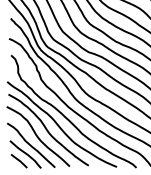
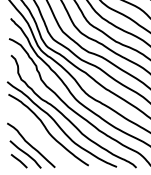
curve at (38, 136): present -> none
